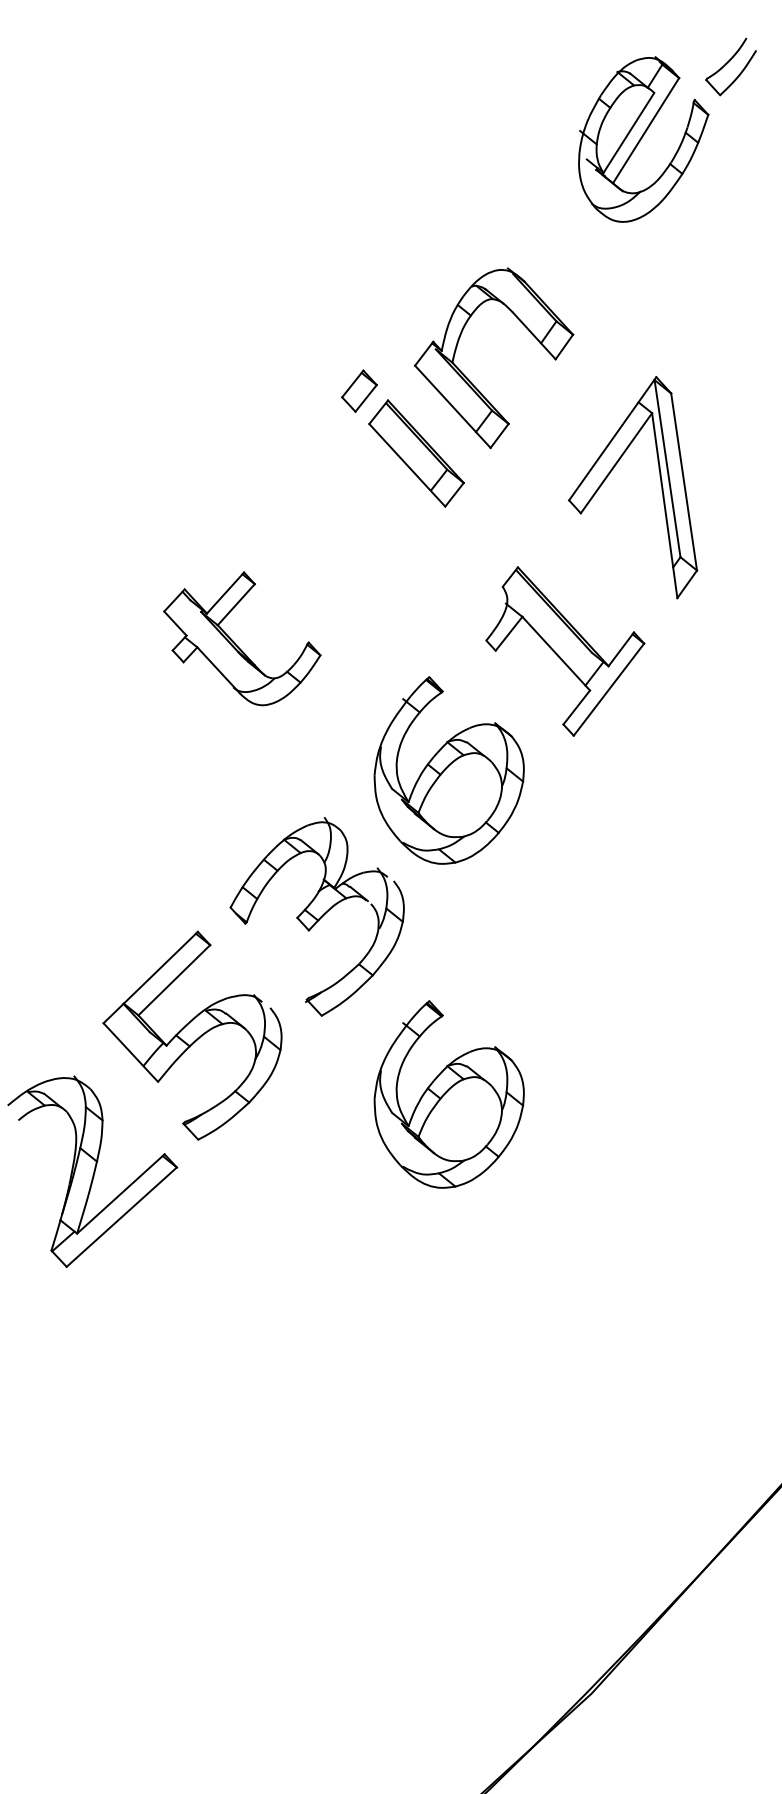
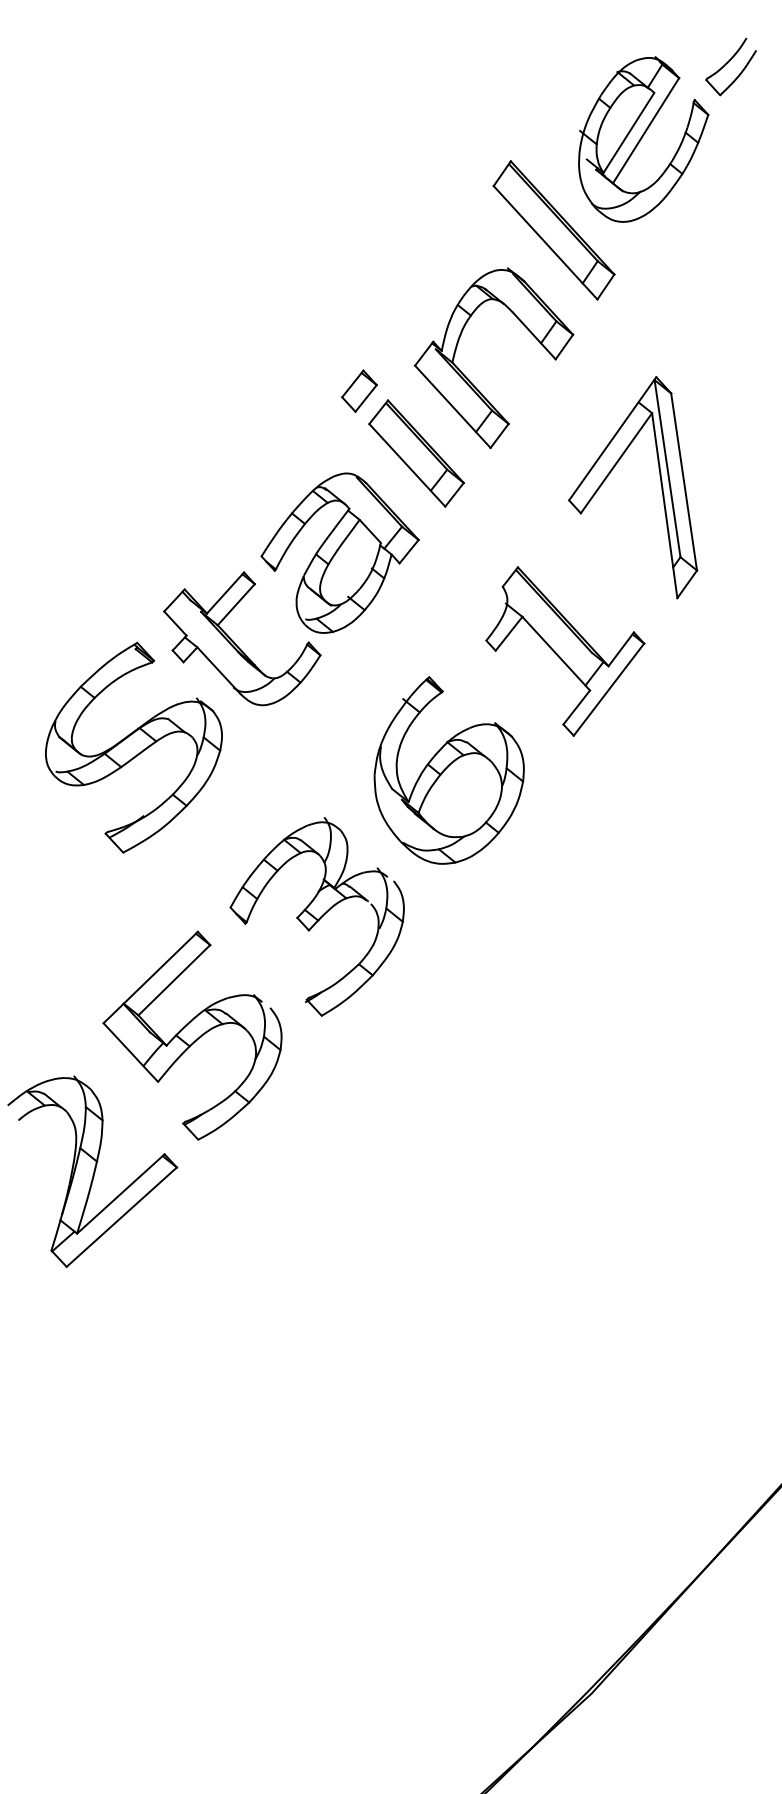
part at (553, 230): none -> present
part at (339, 552): none -> present
part at (133, 747): none -> present
part at (448, 1094): present -> none
